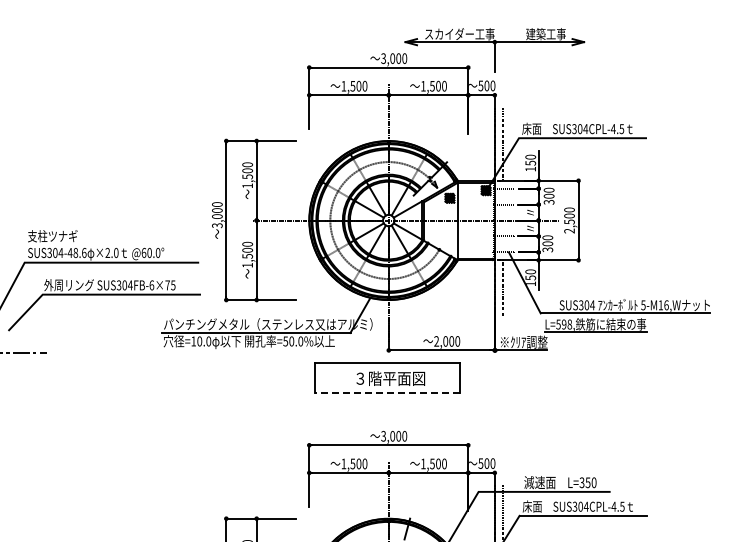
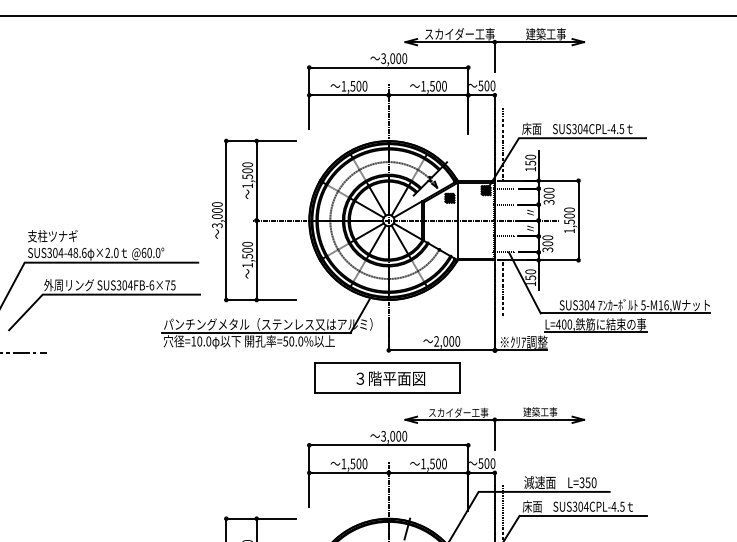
line at (367, 16): none -> present
text at (569, 230): 2,500 -> 1,500
text at (564, 324): L=598, -> L=400,
line at (387, 392): dashed -> solid
part at (494, 428): none -> present
